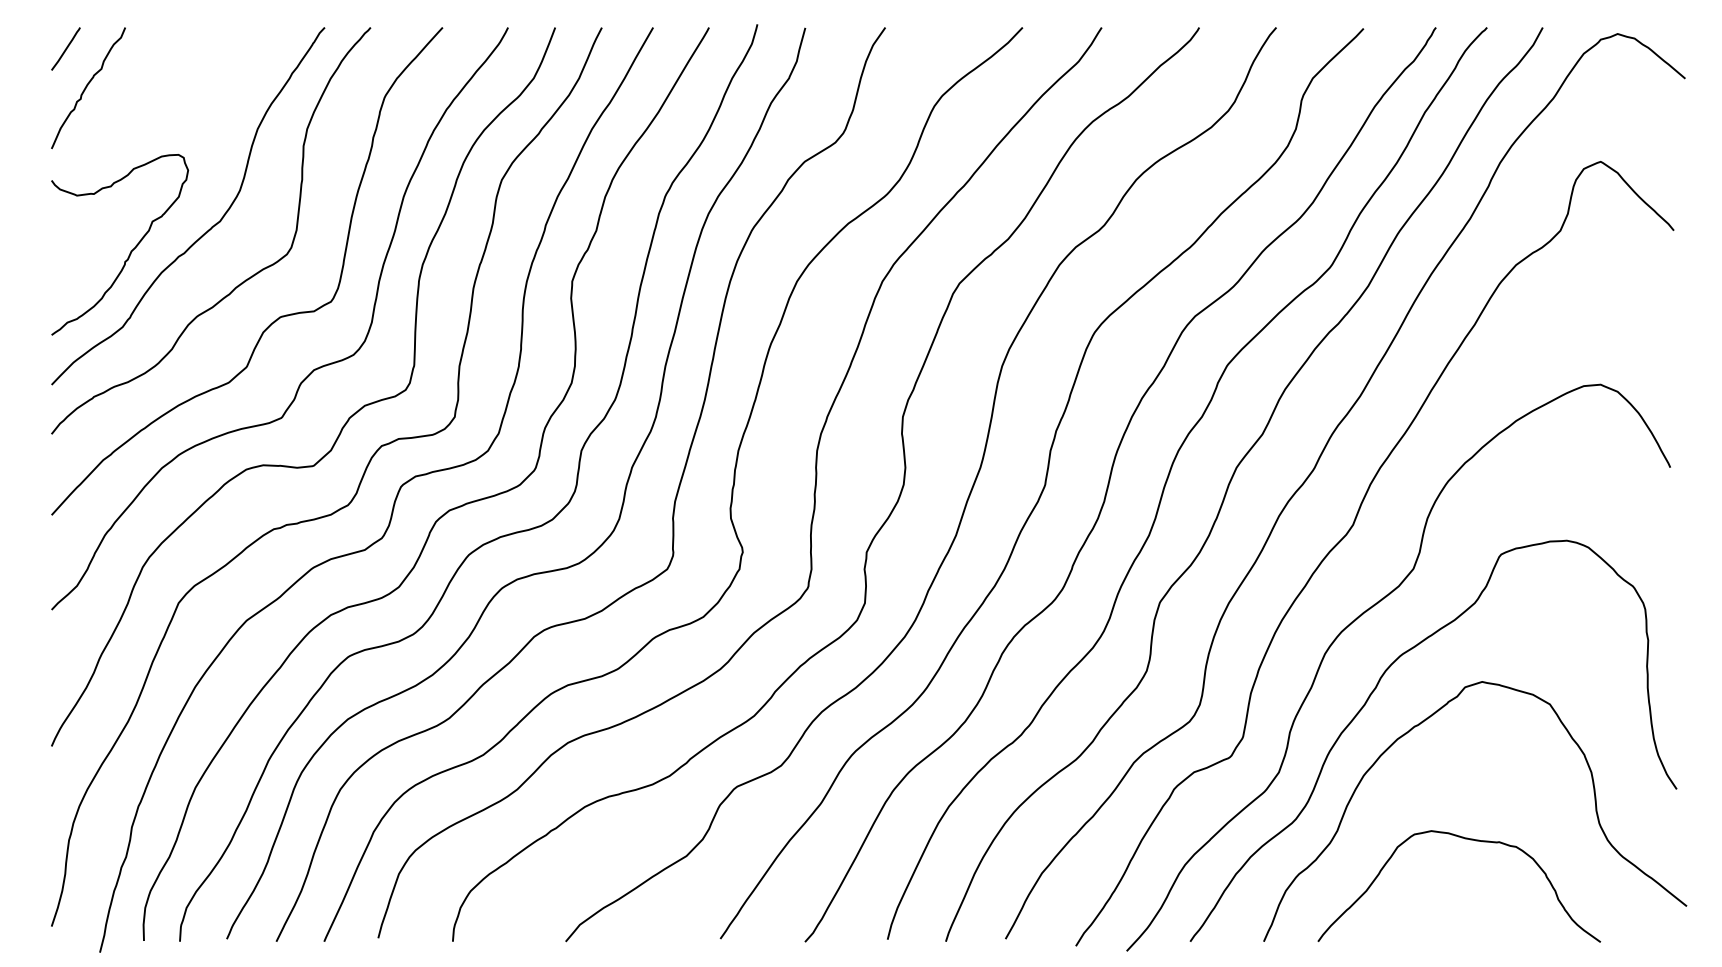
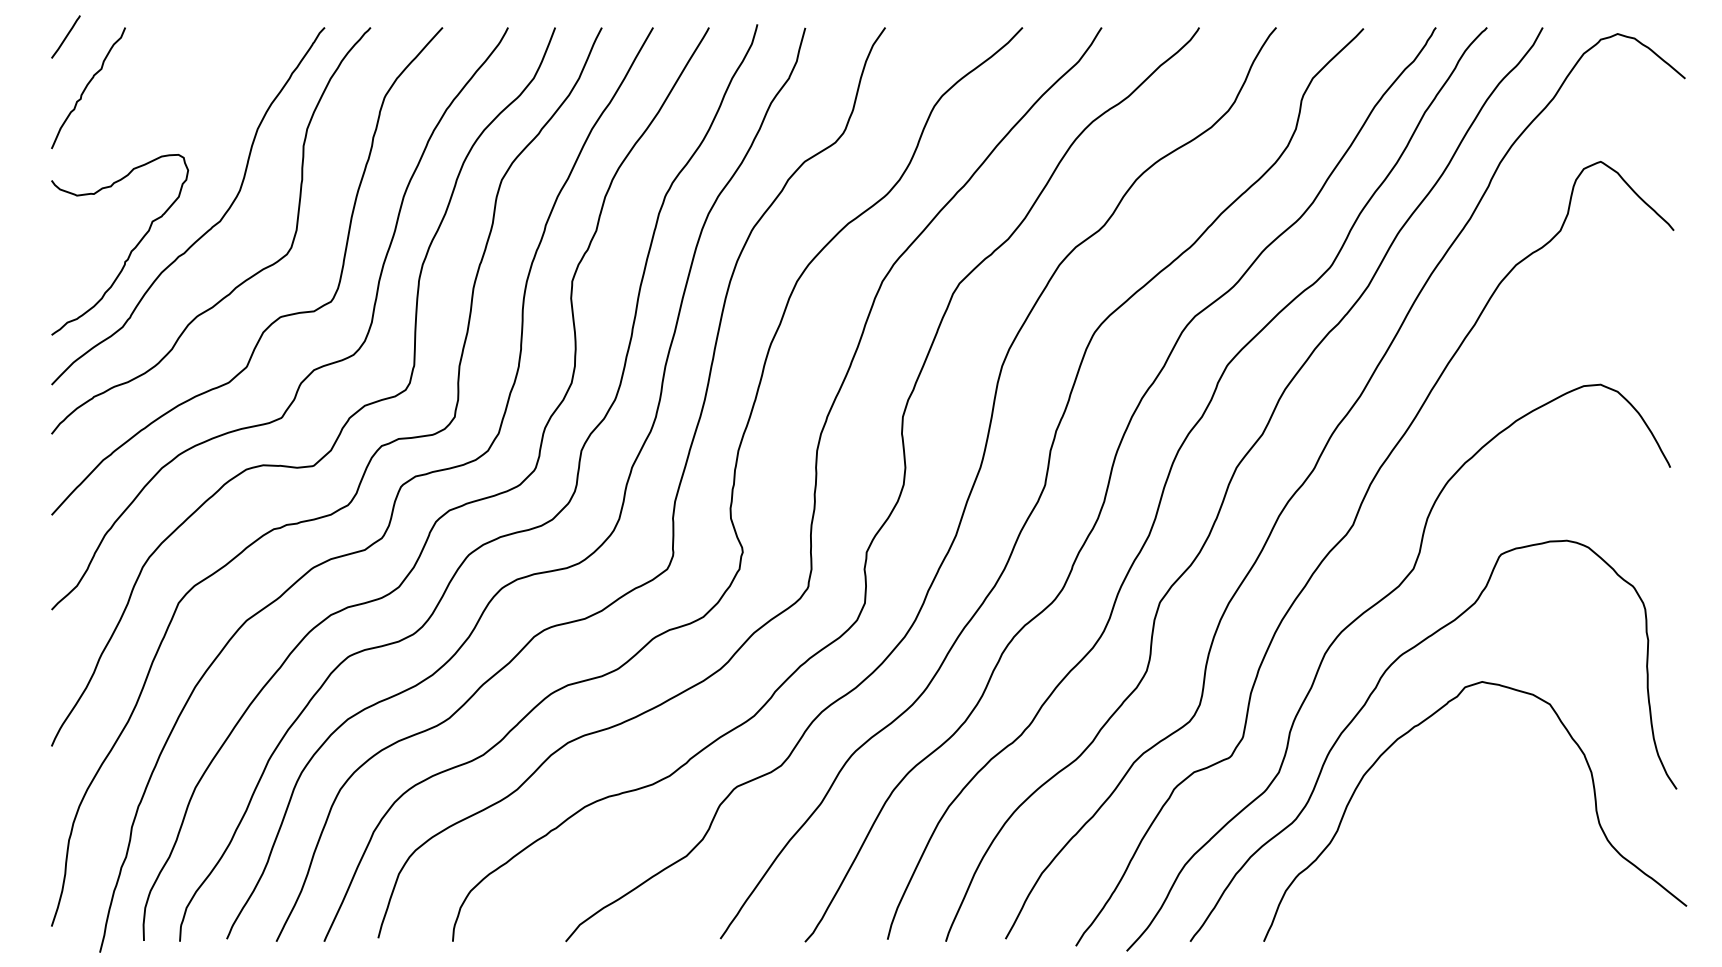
line at (65, 48) position: (65, 48) -> (65, 36)
curve at (1465, 839): present -> none
